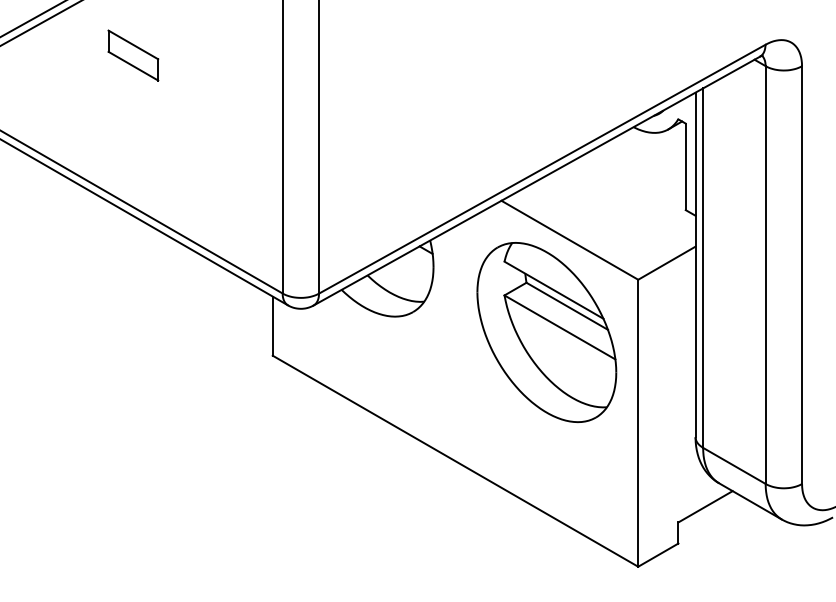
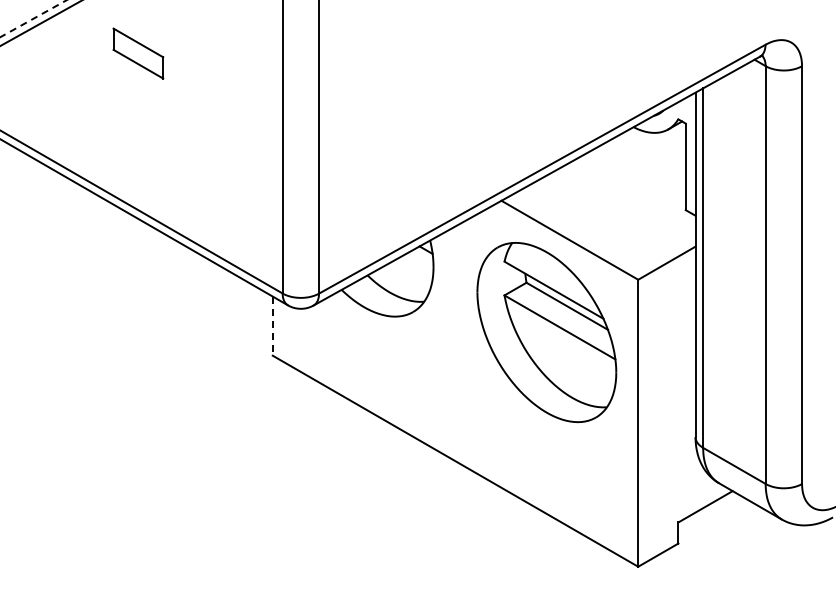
line at (33, 18): solid -> dashed
part at (133, 55) position: (133, 55) -> (138, 53)
line at (272, 326): solid -> dashed
